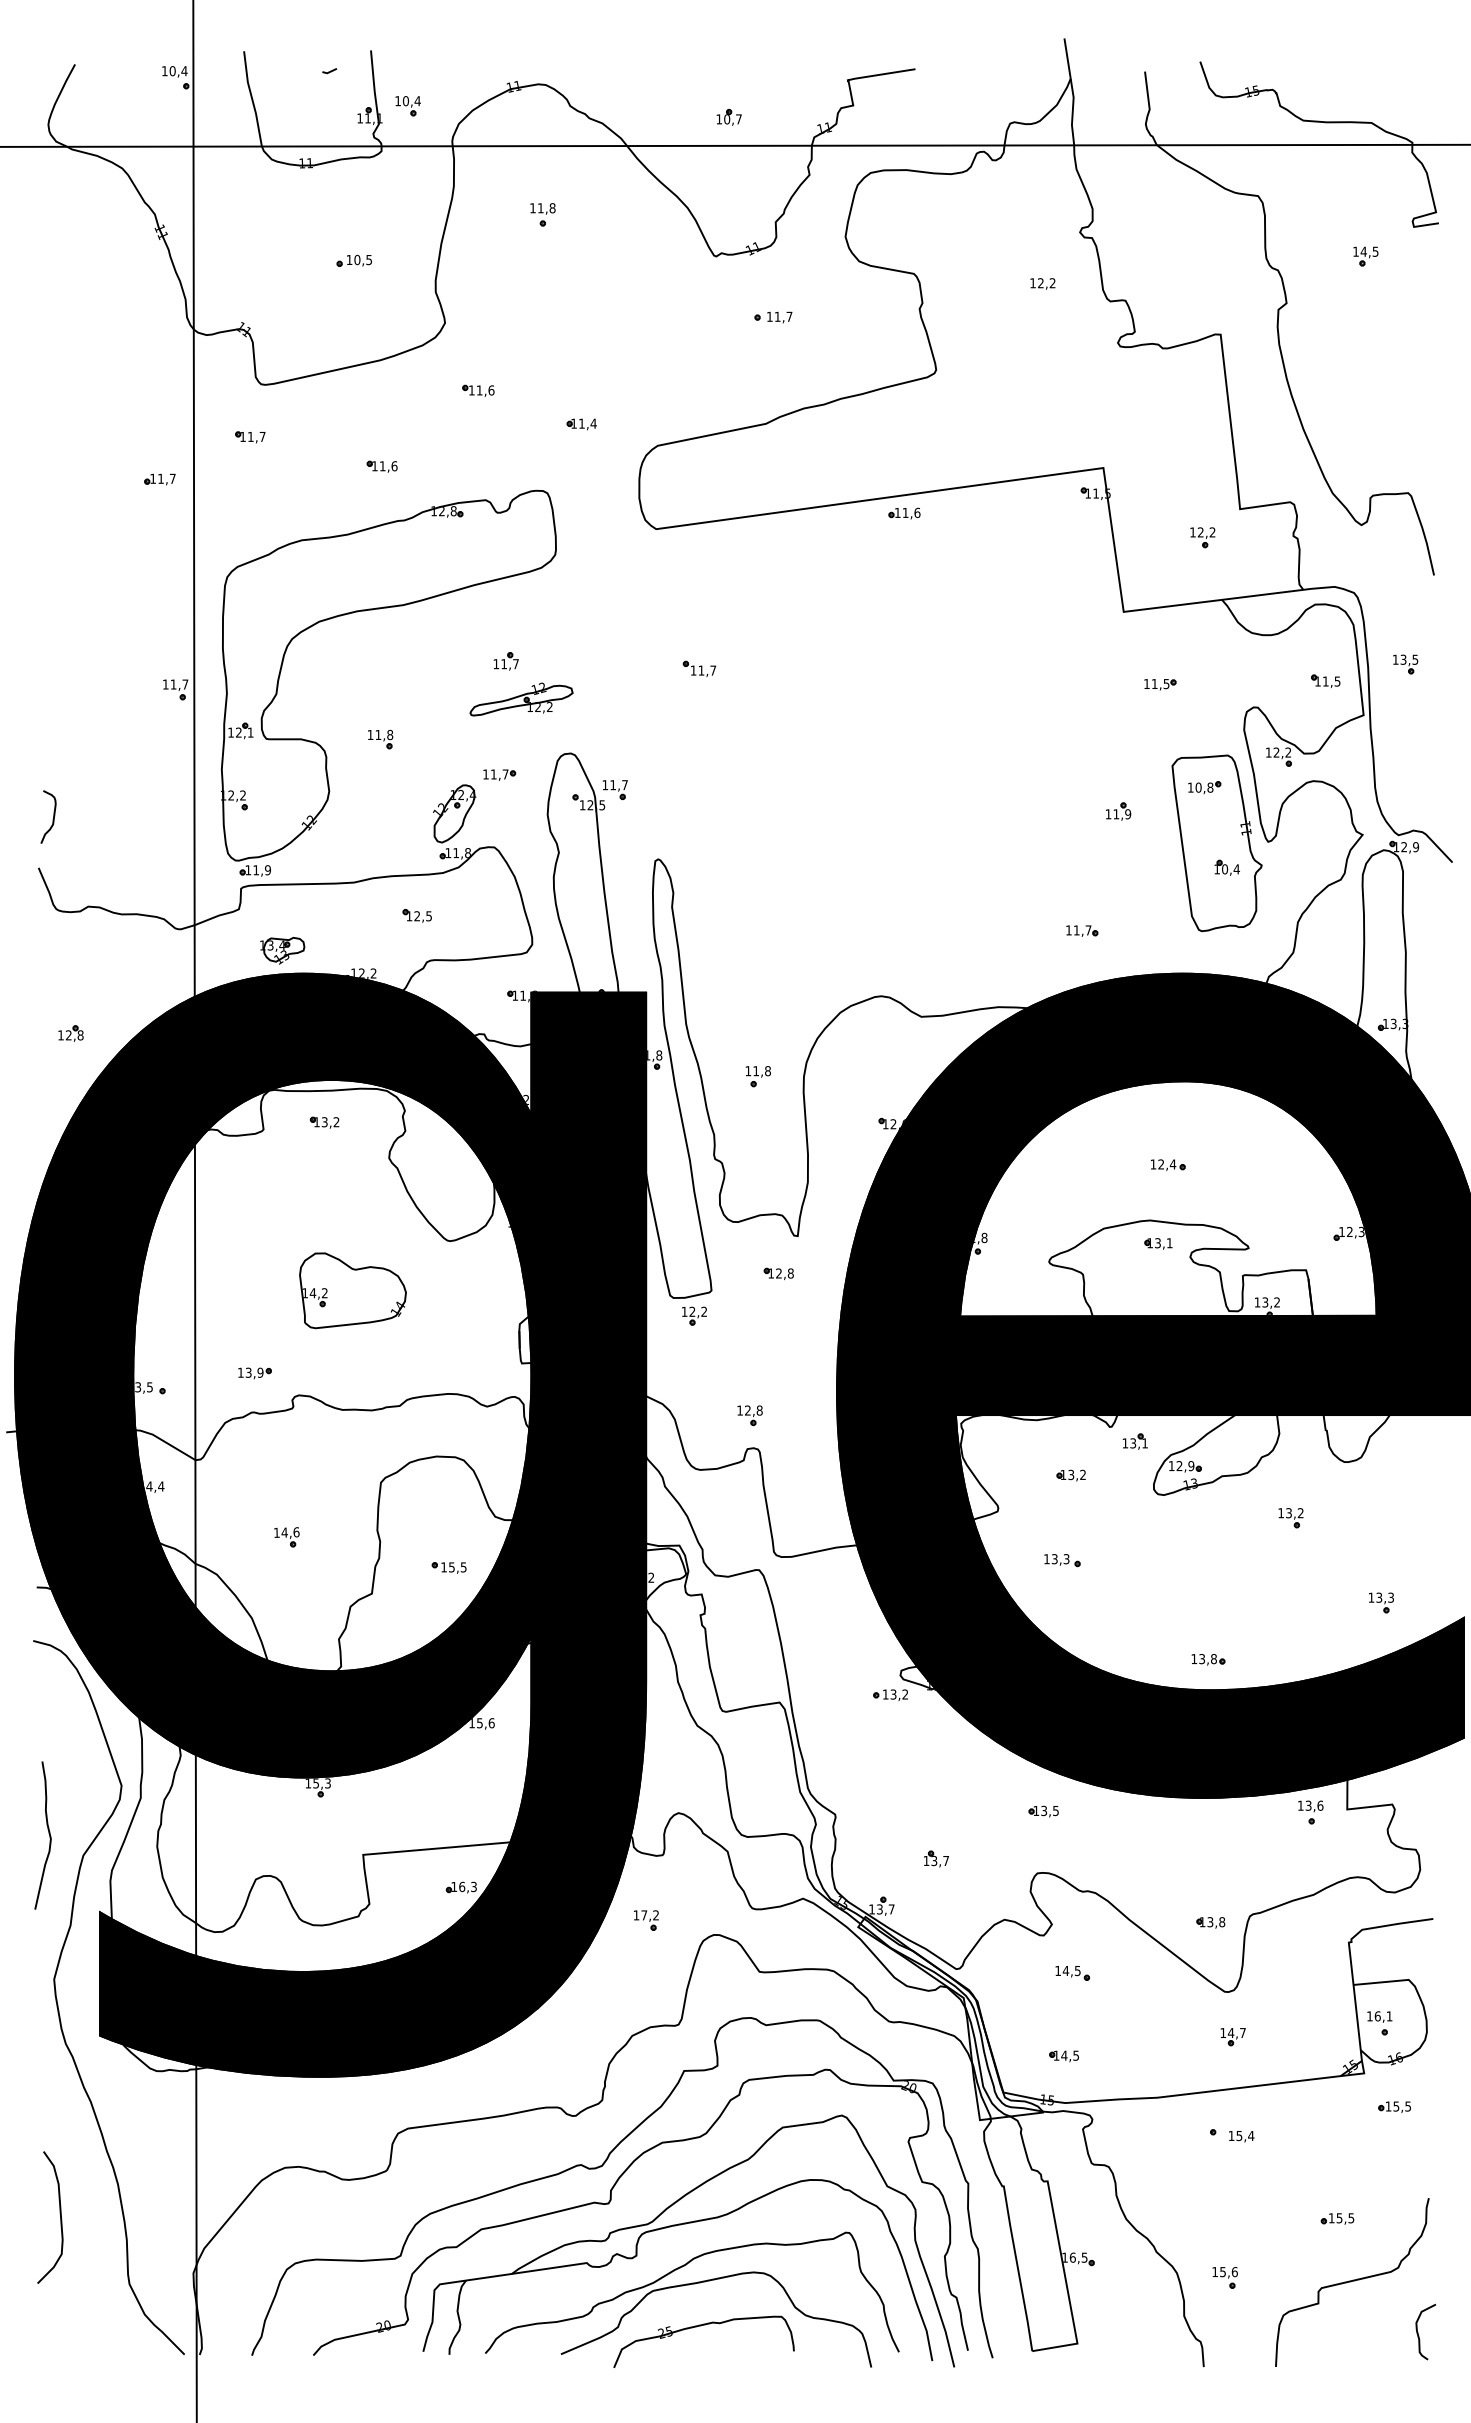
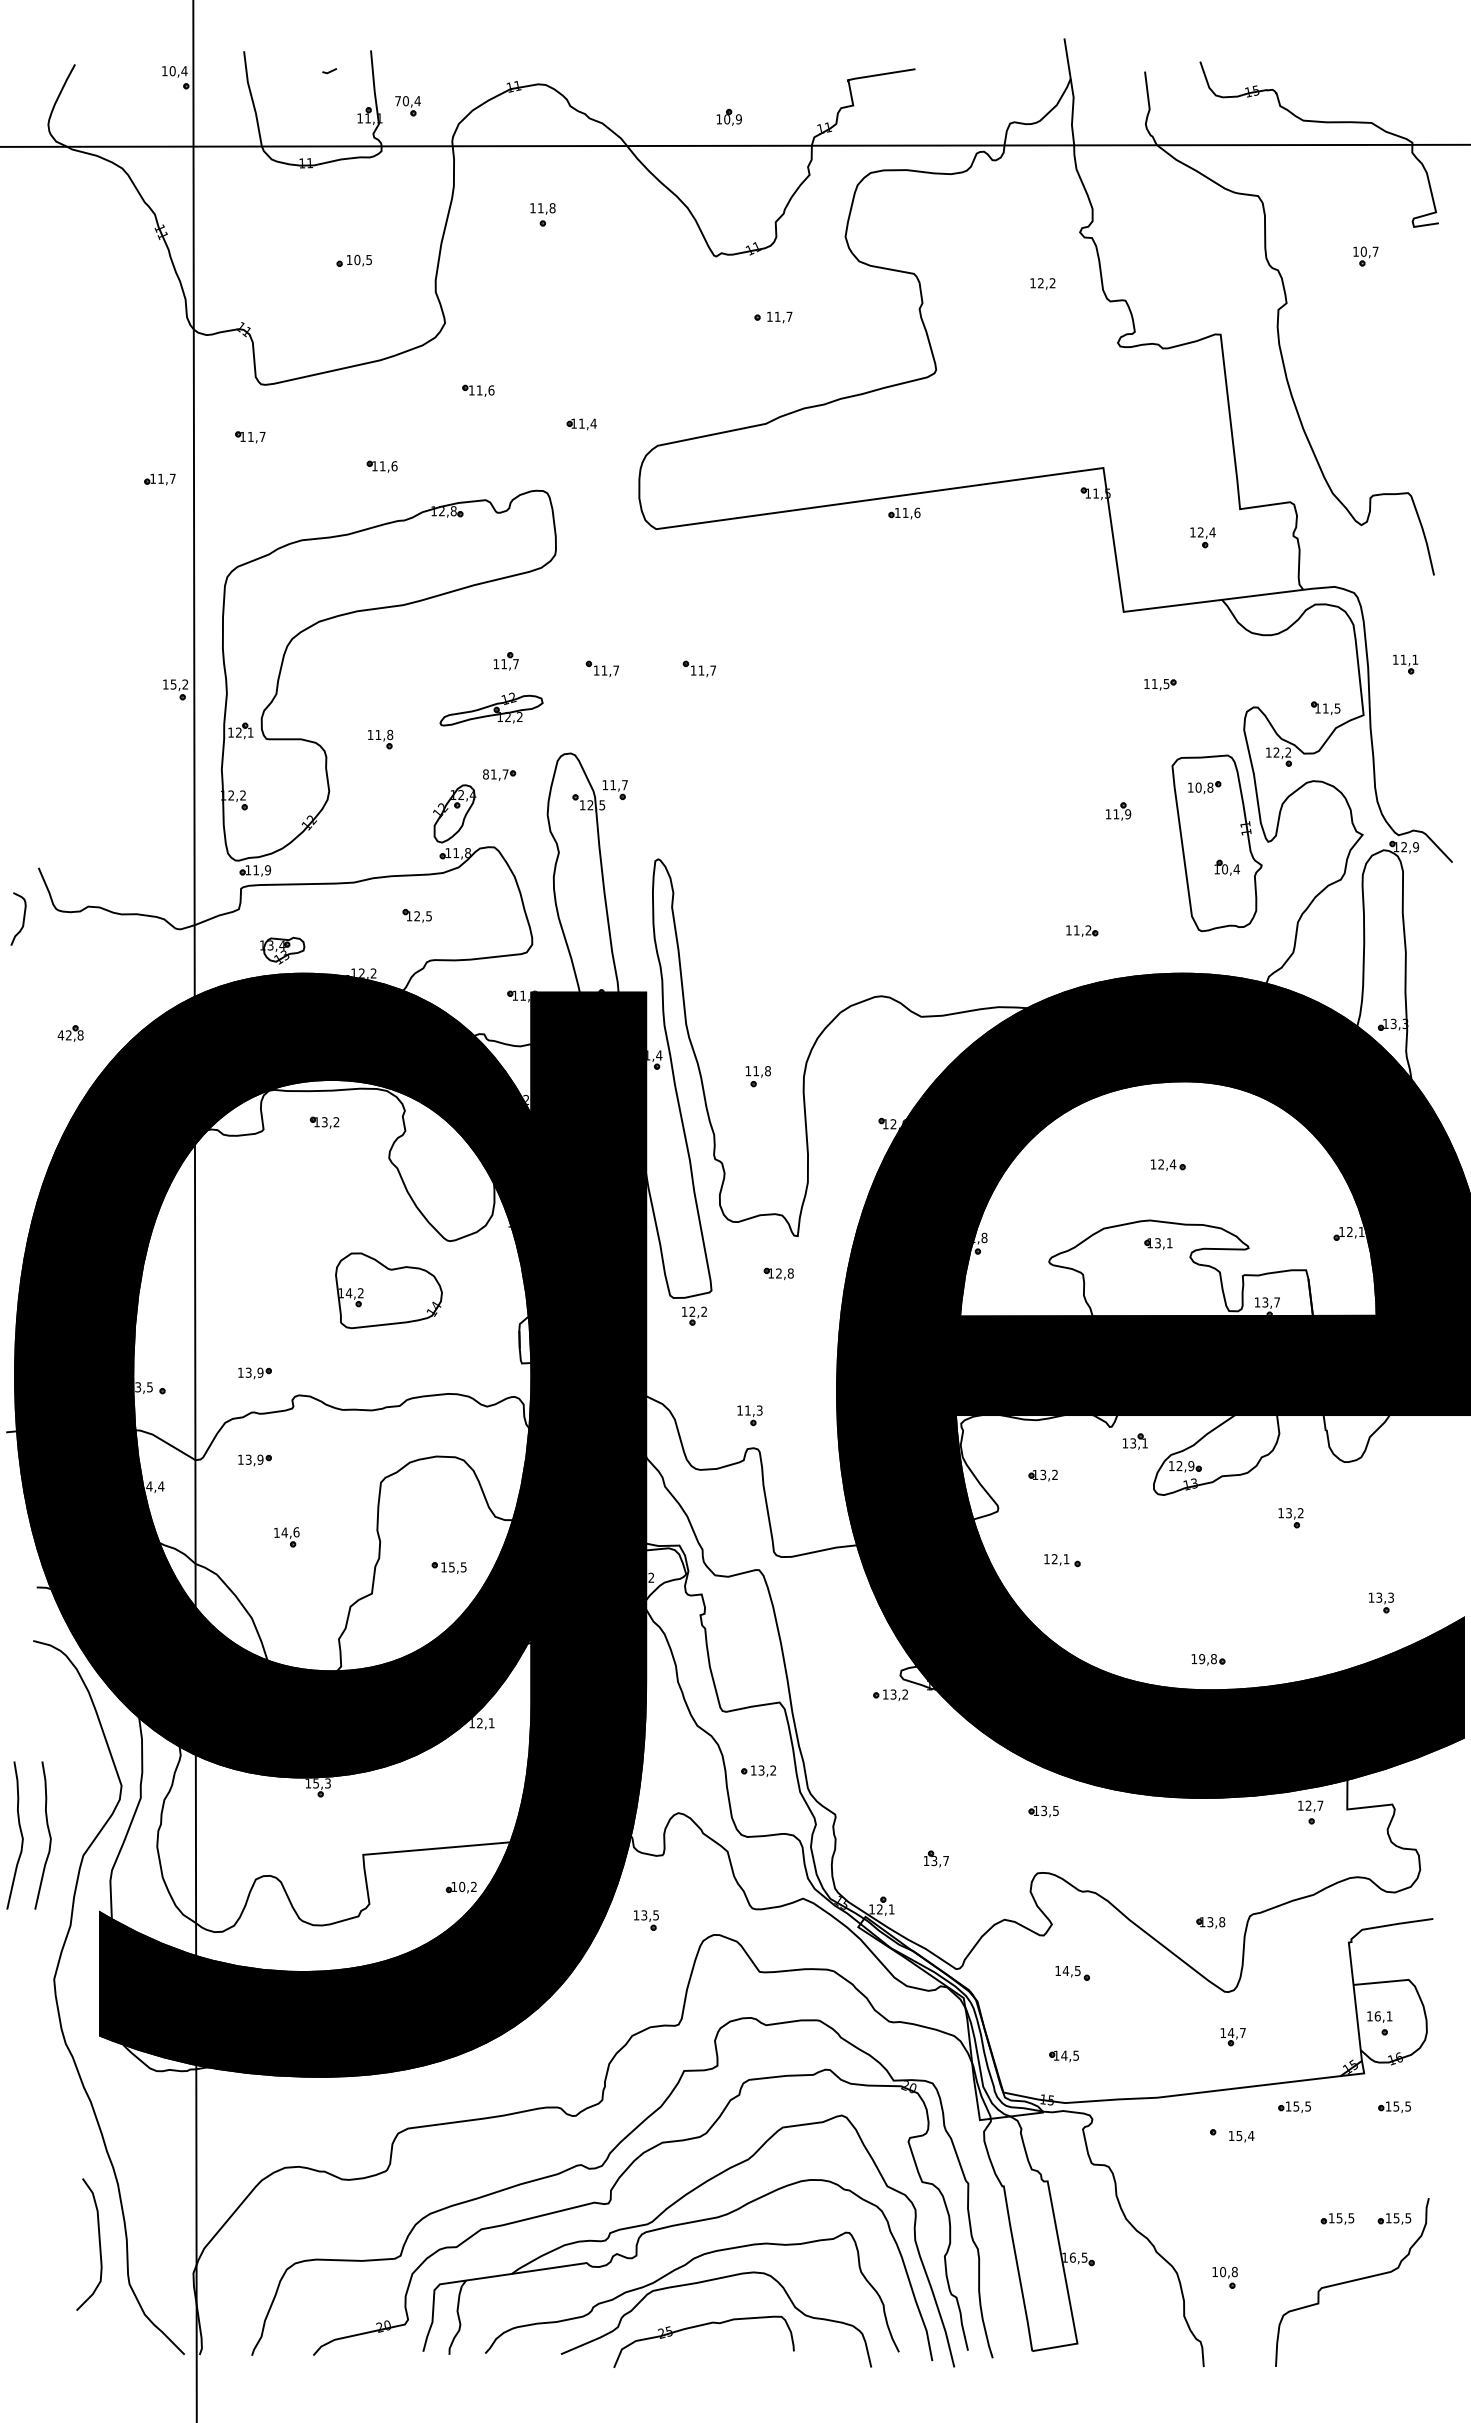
text at (397, 101): 10,4 -> 70,4
text at (738, 119): 10,7 -> 10,9
text at (1369, 251): 14,5 -> 10,7
text at (1212, 532): 12,2 -> 12,4
text at (1409, 659): 13,5 -> 11,1
part at (601, 668): none -> present
part at (1325, 680) position: (1325, 680) -> (1325, 707)
text at (179, 684): 11,7 -> 15,2
part at (521, 699) position: (521, 699) -> (491, 709)
text at (485, 774): 11,7 -> 81,7
curve at (53, 816) position: (53, 816) -> (23, 918)
text at (1088, 930): 11,7 -> 11,2
text at (60, 1035): 12,8 -> 42,8
text at (659, 1055): 11,8 -> 11,4
text at (1361, 1231): 12,3 -> 12,1
part at (352, 1290) position: (352, 1290) -> (388, 1290)
text at (1276, 1302): 13,2 -> 13,7
text at (753, 1410): 12,8 -> 11,3
part at (254, 1460): none -> present
part at (1070, 1475) position: (1070, 1475) -> (1042, 1475)
text at (1060, 1559): 13,3 -> 12,1
text at (1202, 1658): 13,8 -> 19,8
text at (485, 1723): 15,6 -> 12,1
part at (758, 1770): none -> present
text at (1314, 1805): 13,6 -> 12,7
curve at (20, 1833): none -> present
text at (467, 1886): 16,3 -> 10,2
text at (885, 1909): 13,7 -> 12,1
text at (649, 1915): 17,2 -> 13,5
part at (1294, 2106): none -> present
curve at (59, 2213) position: (59, 2213) -> (98, 2240)
part at (1394, 2218): none -> present
text at (1228, 2272): 15,6 -> 10,8
curve at (1418, 2332): present -> none
